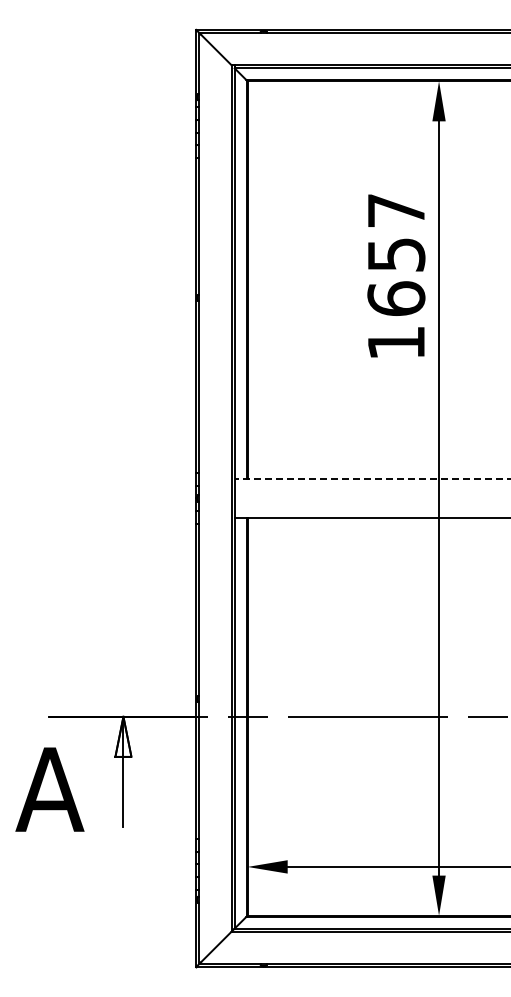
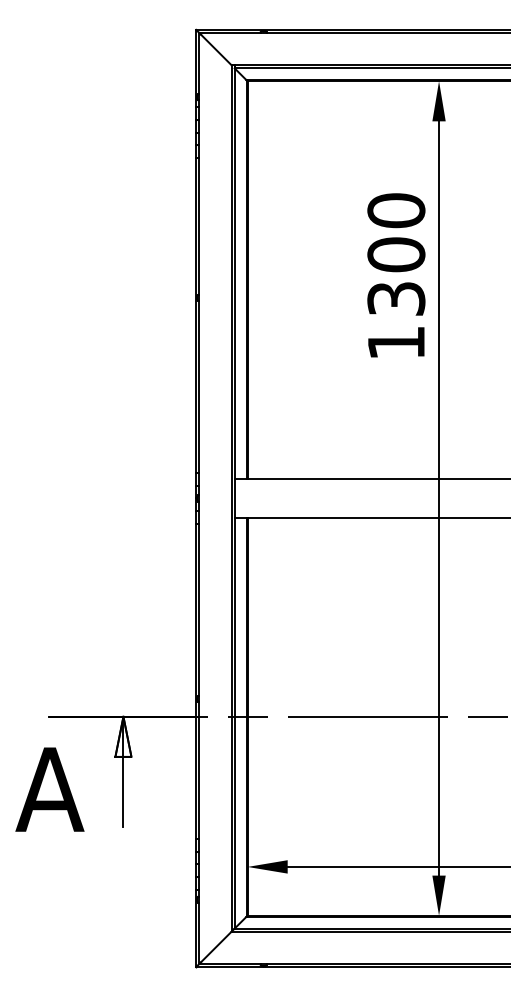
text at (396, 254): 1657 -> 1300
line at (372, 479): dashed -> solid
